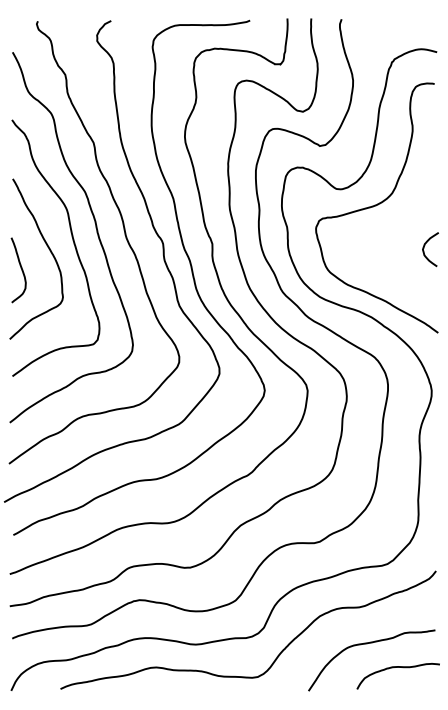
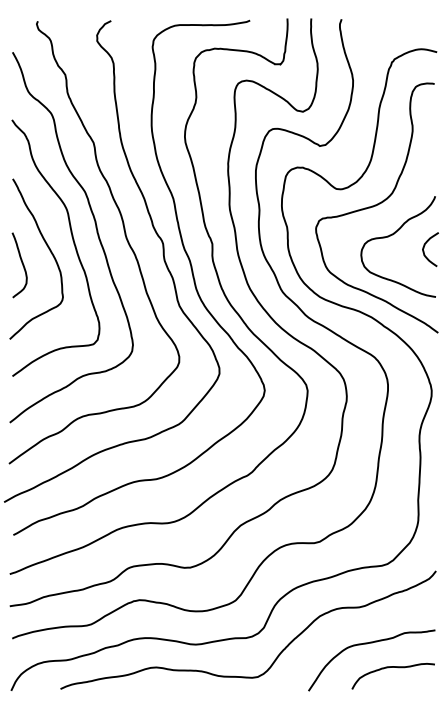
curve at (392, 235): none -> present
curve at (20, 268) position: (20, 268) -> (21, 263)
curve at (393, 668) position: (393, 668) -> (388, 668)
